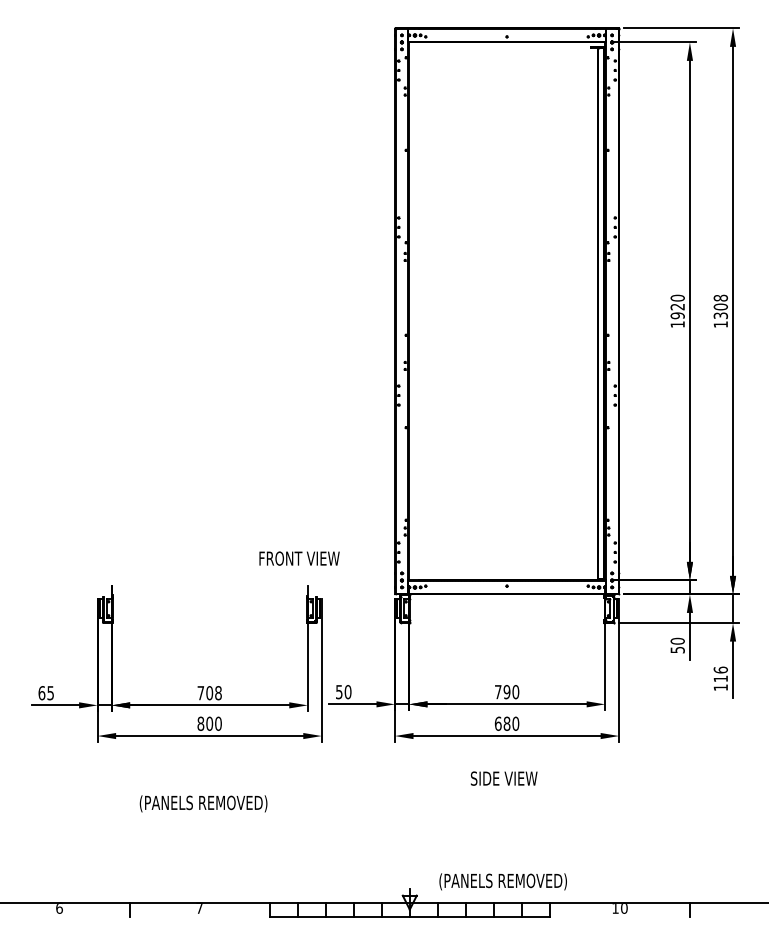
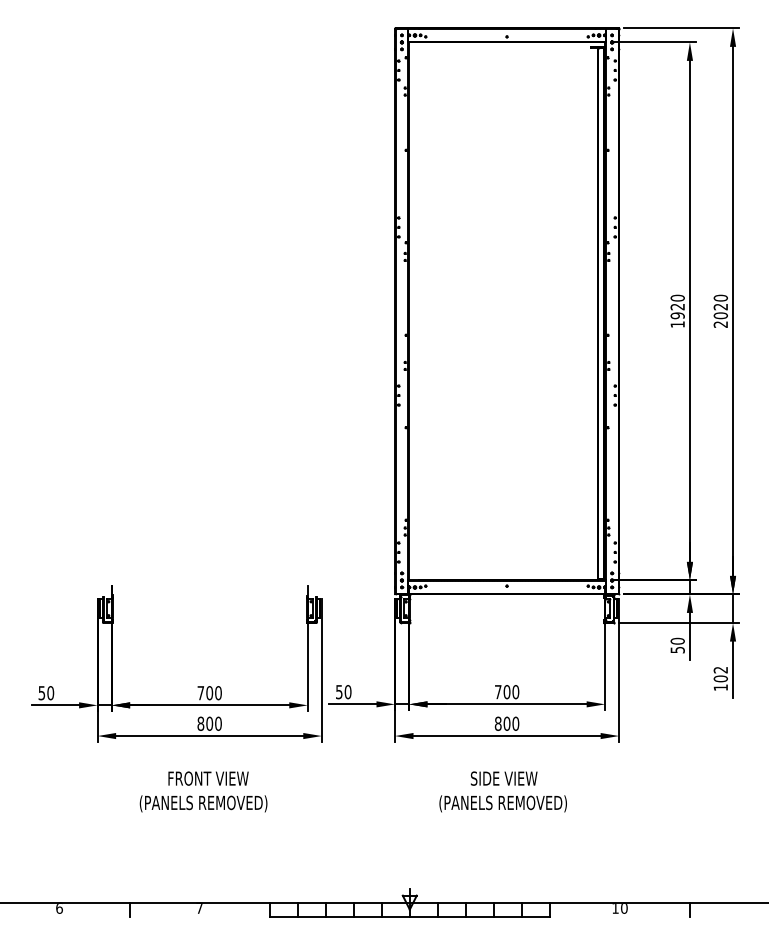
text at (720, 310): 1308 -> 2020
text at (299, 558) position: (299, 558) -> (208, 778)
text at (720, 674): 116 -> 102
text at (218, 692): 708 -> 700
text at (506, 692): 790 -> 700
text at (46, 693): 65 -> 50
text at (502, 723): 680 -> 800
text at (502, 881) position: (502, 881) -> (502, 803)
